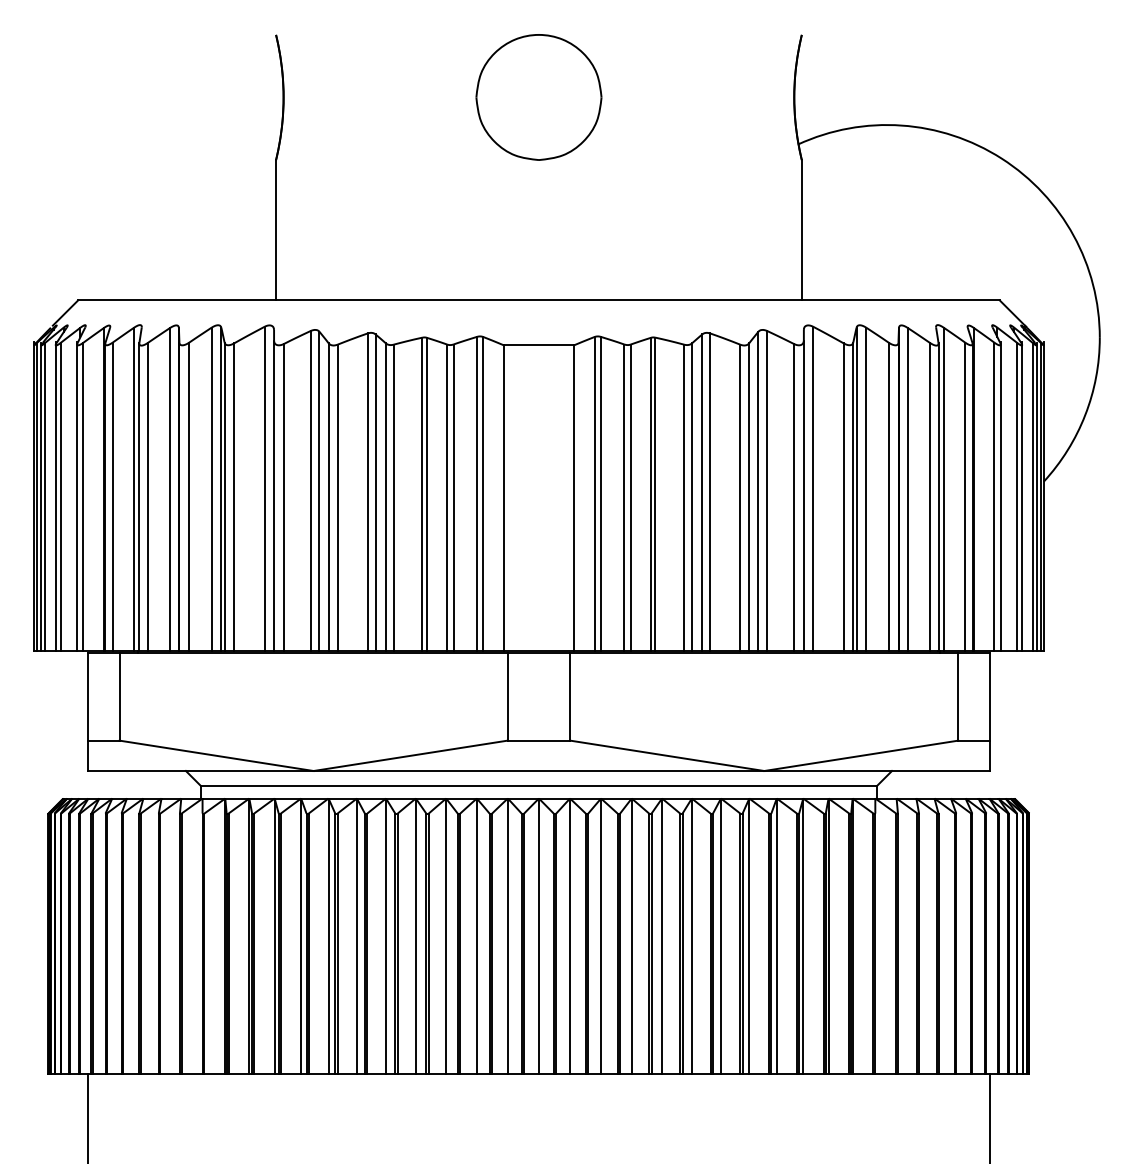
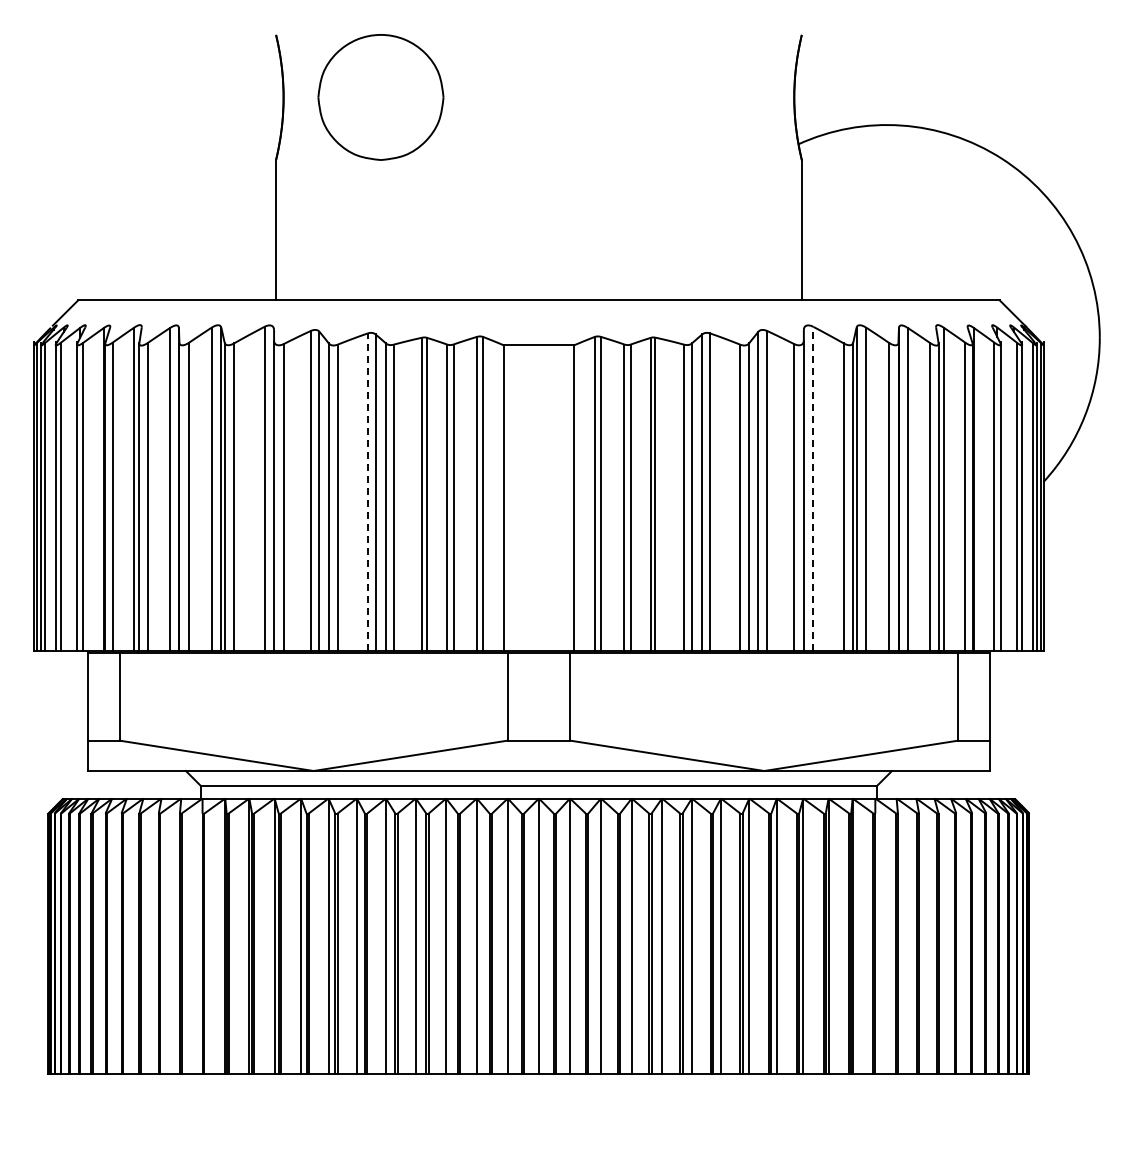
part at (538, 97) position: (538, 97) -> (380, 97)
line at (813, 488): solid -> dashed
line at (367, 492): solid -> dashed
line at (88, 1116): present -> none
line at (989, 1116): present -> none
